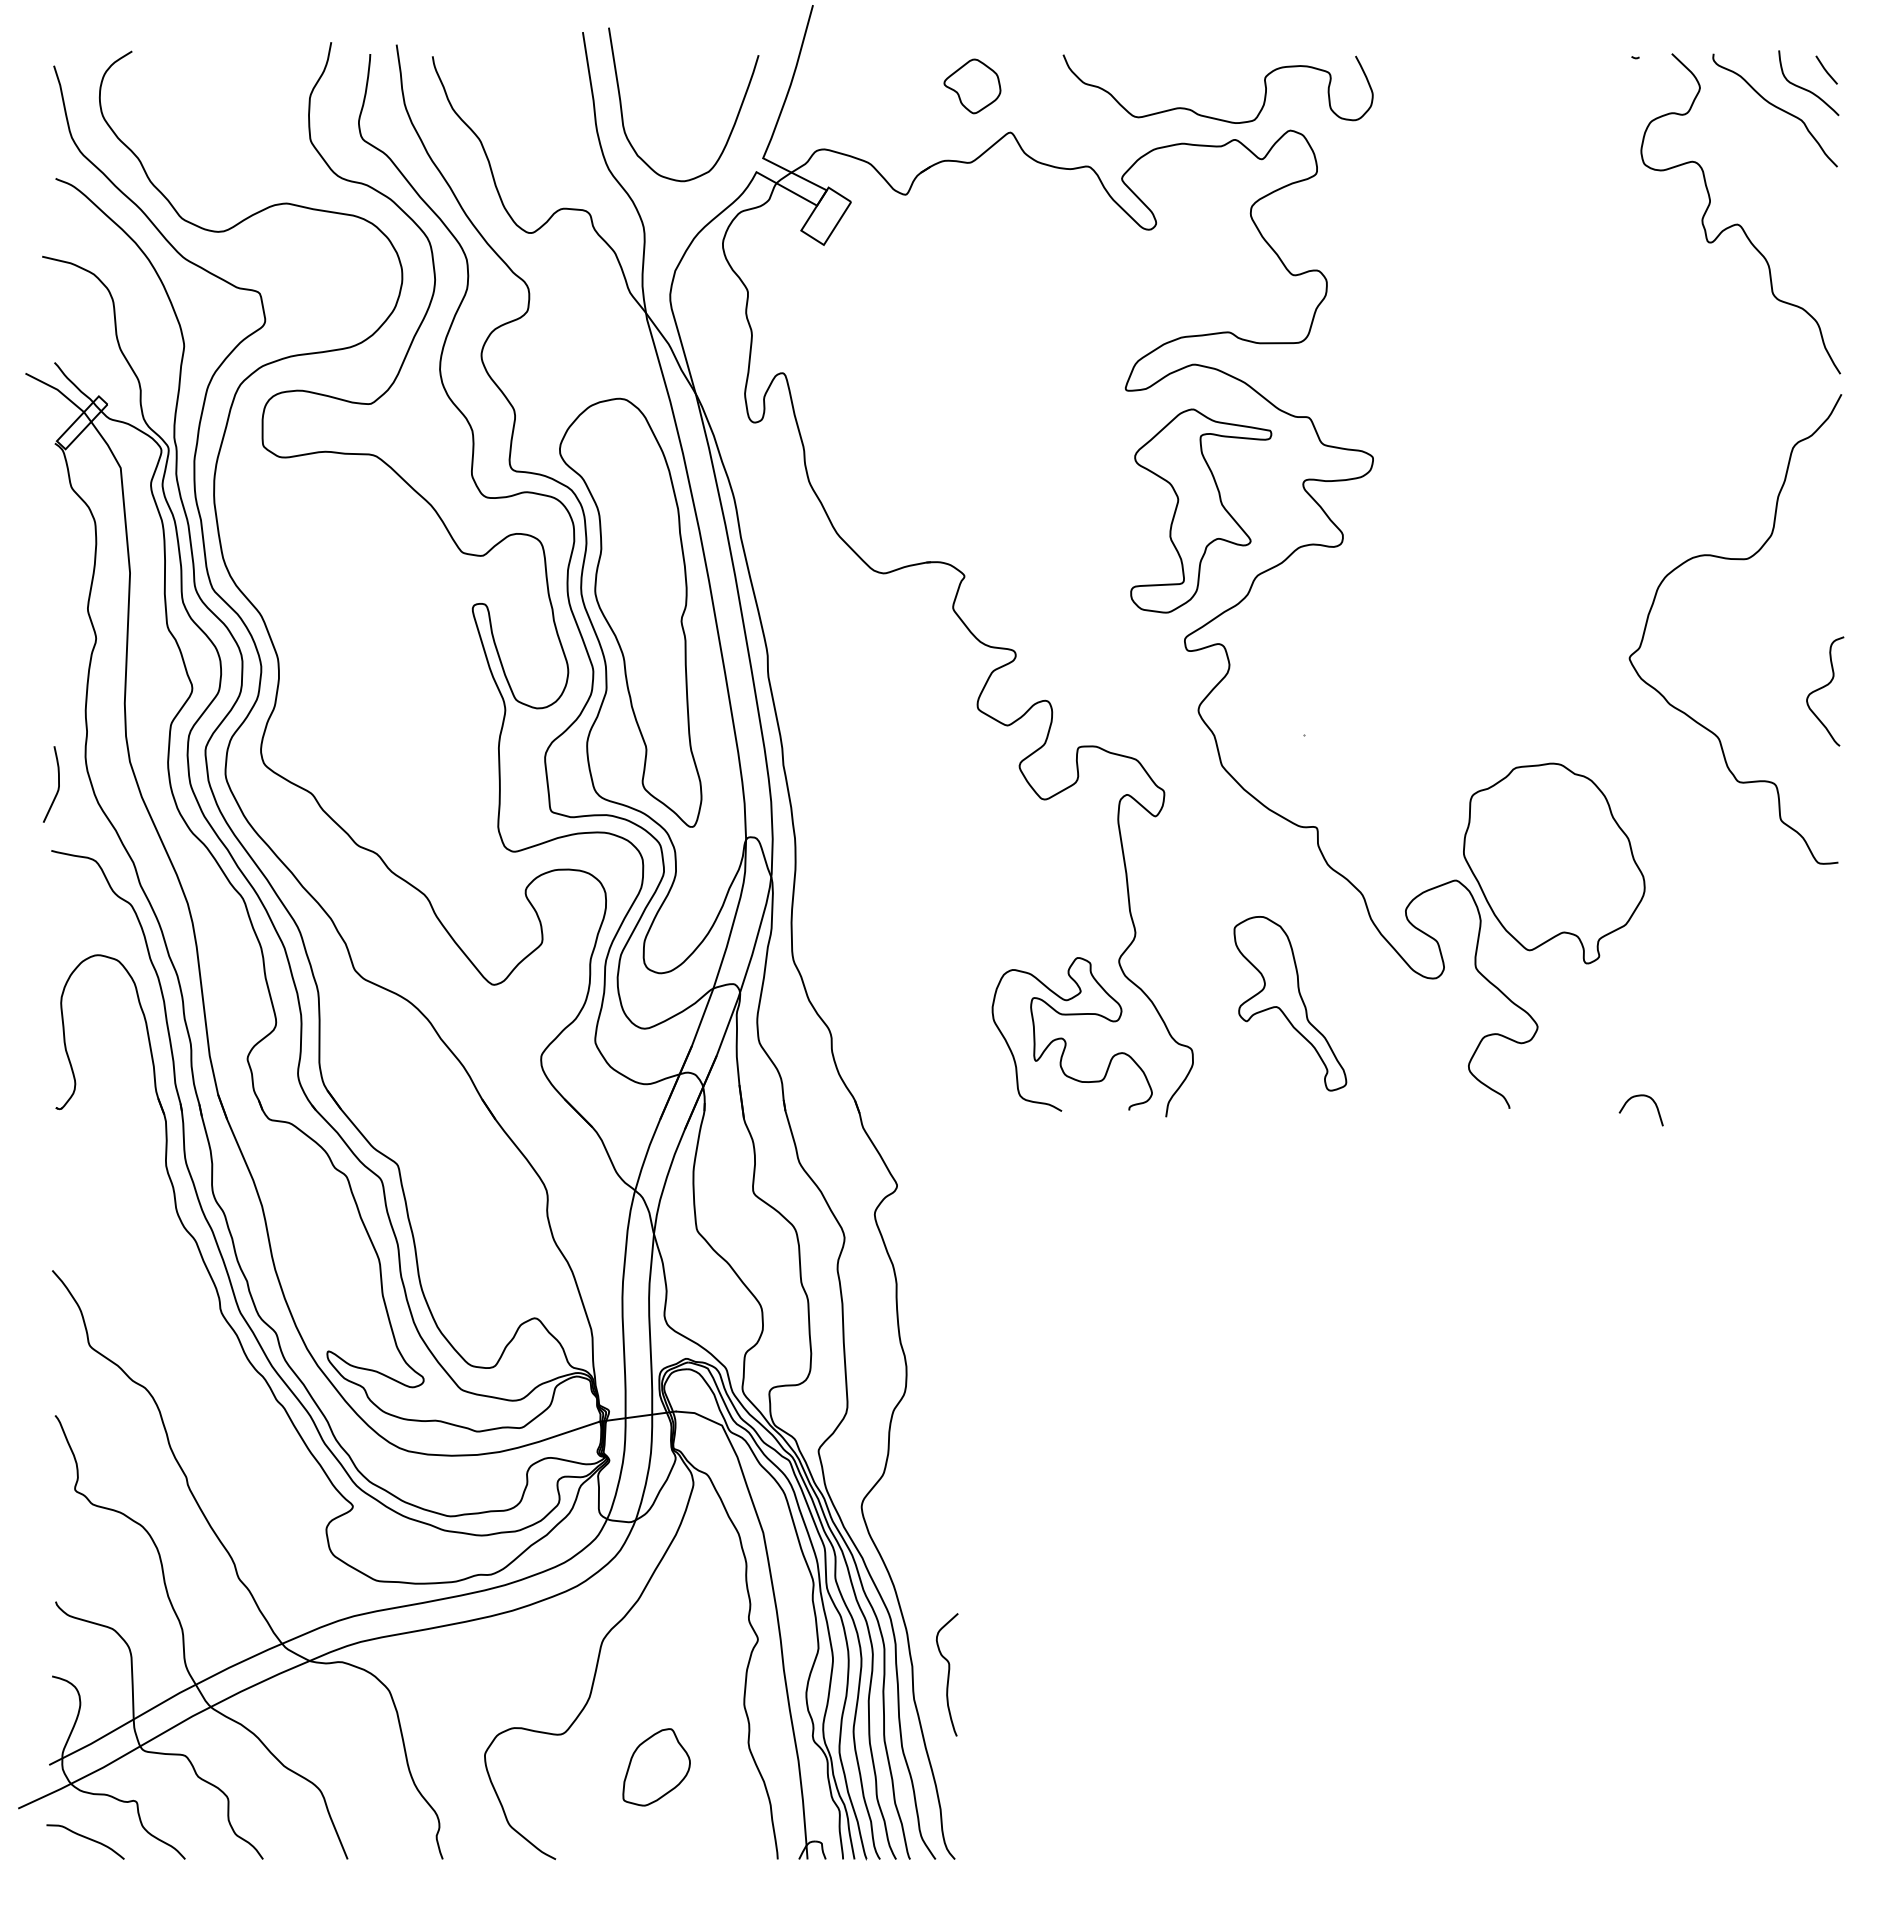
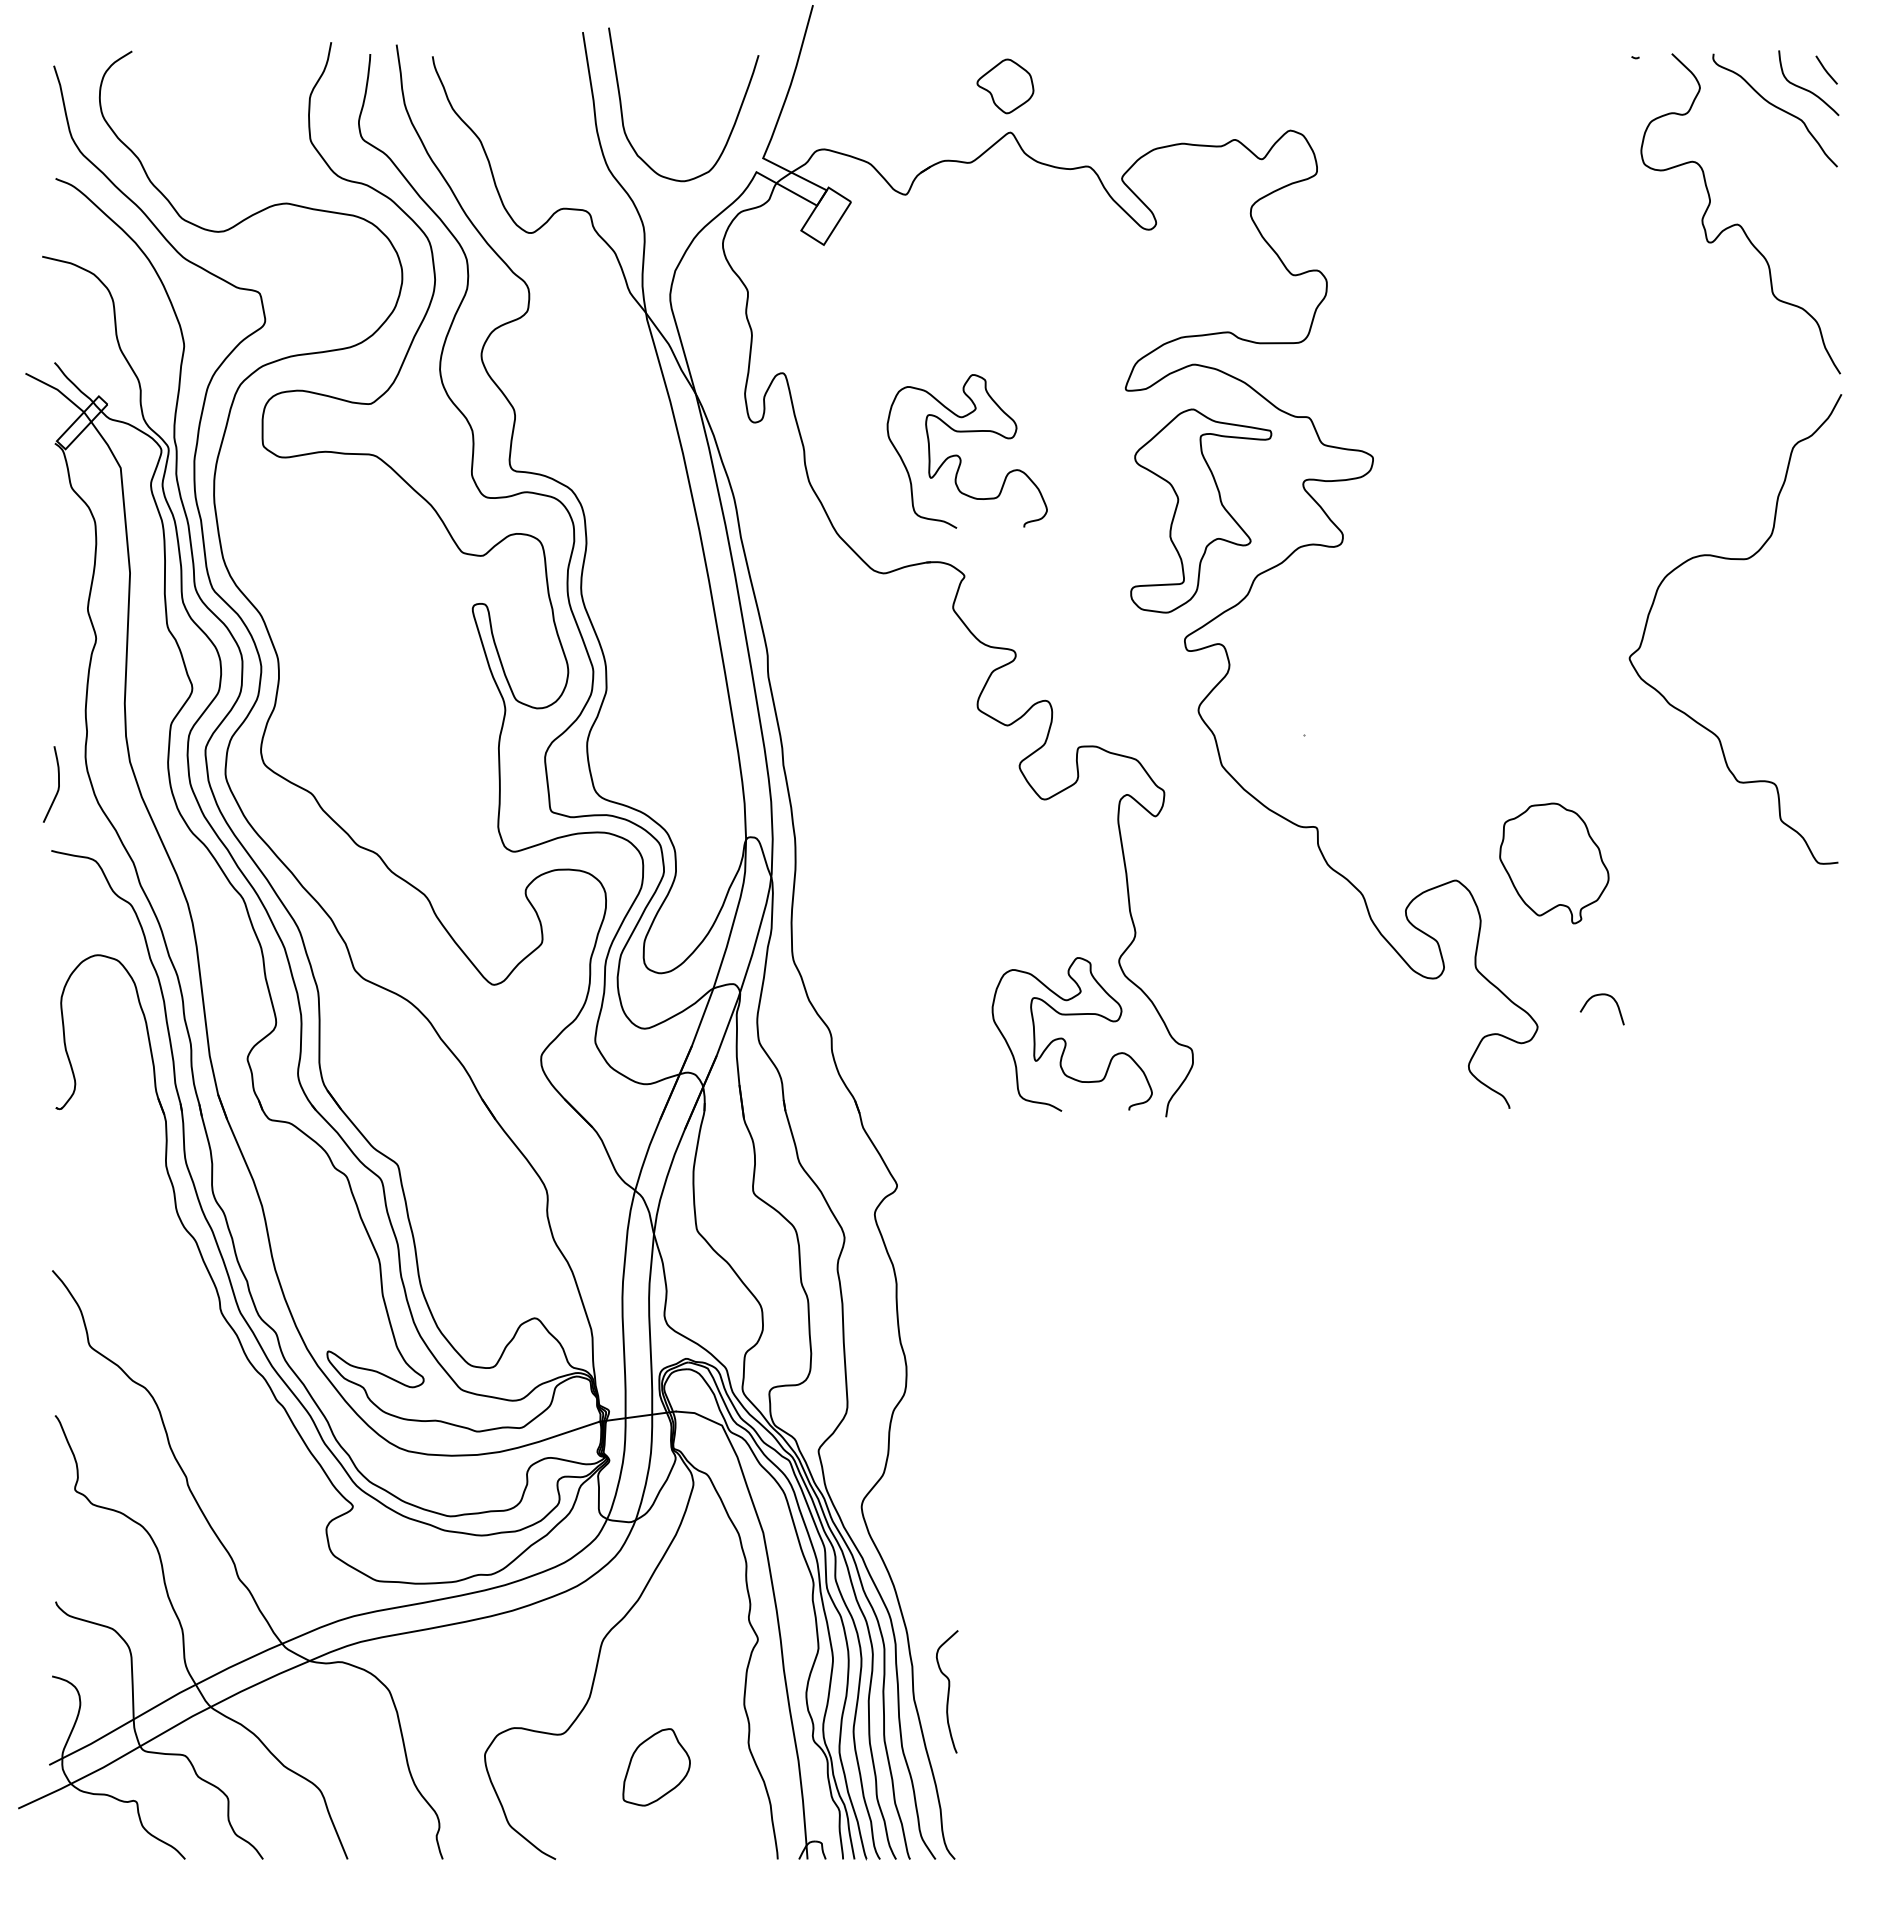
part at (972, 86) position: (972, 86) -> (1005, 86)
curve at (1210, 116): present -> none
curve at (960, 457): none -> present
part at (630, 612): present -> none
curve at (1824, 687): present -> none
part at (1554, 863) size: 183x203 px -> 111x123 px
part at (1290, 1003): present -> none
curve at (1635, 1097) position: (1635, 1097) -> (1596, 996)
curve at (947, 1674) position: (947, 1674) -> (947, 1691)
curve at (87, 1839): present -> none
